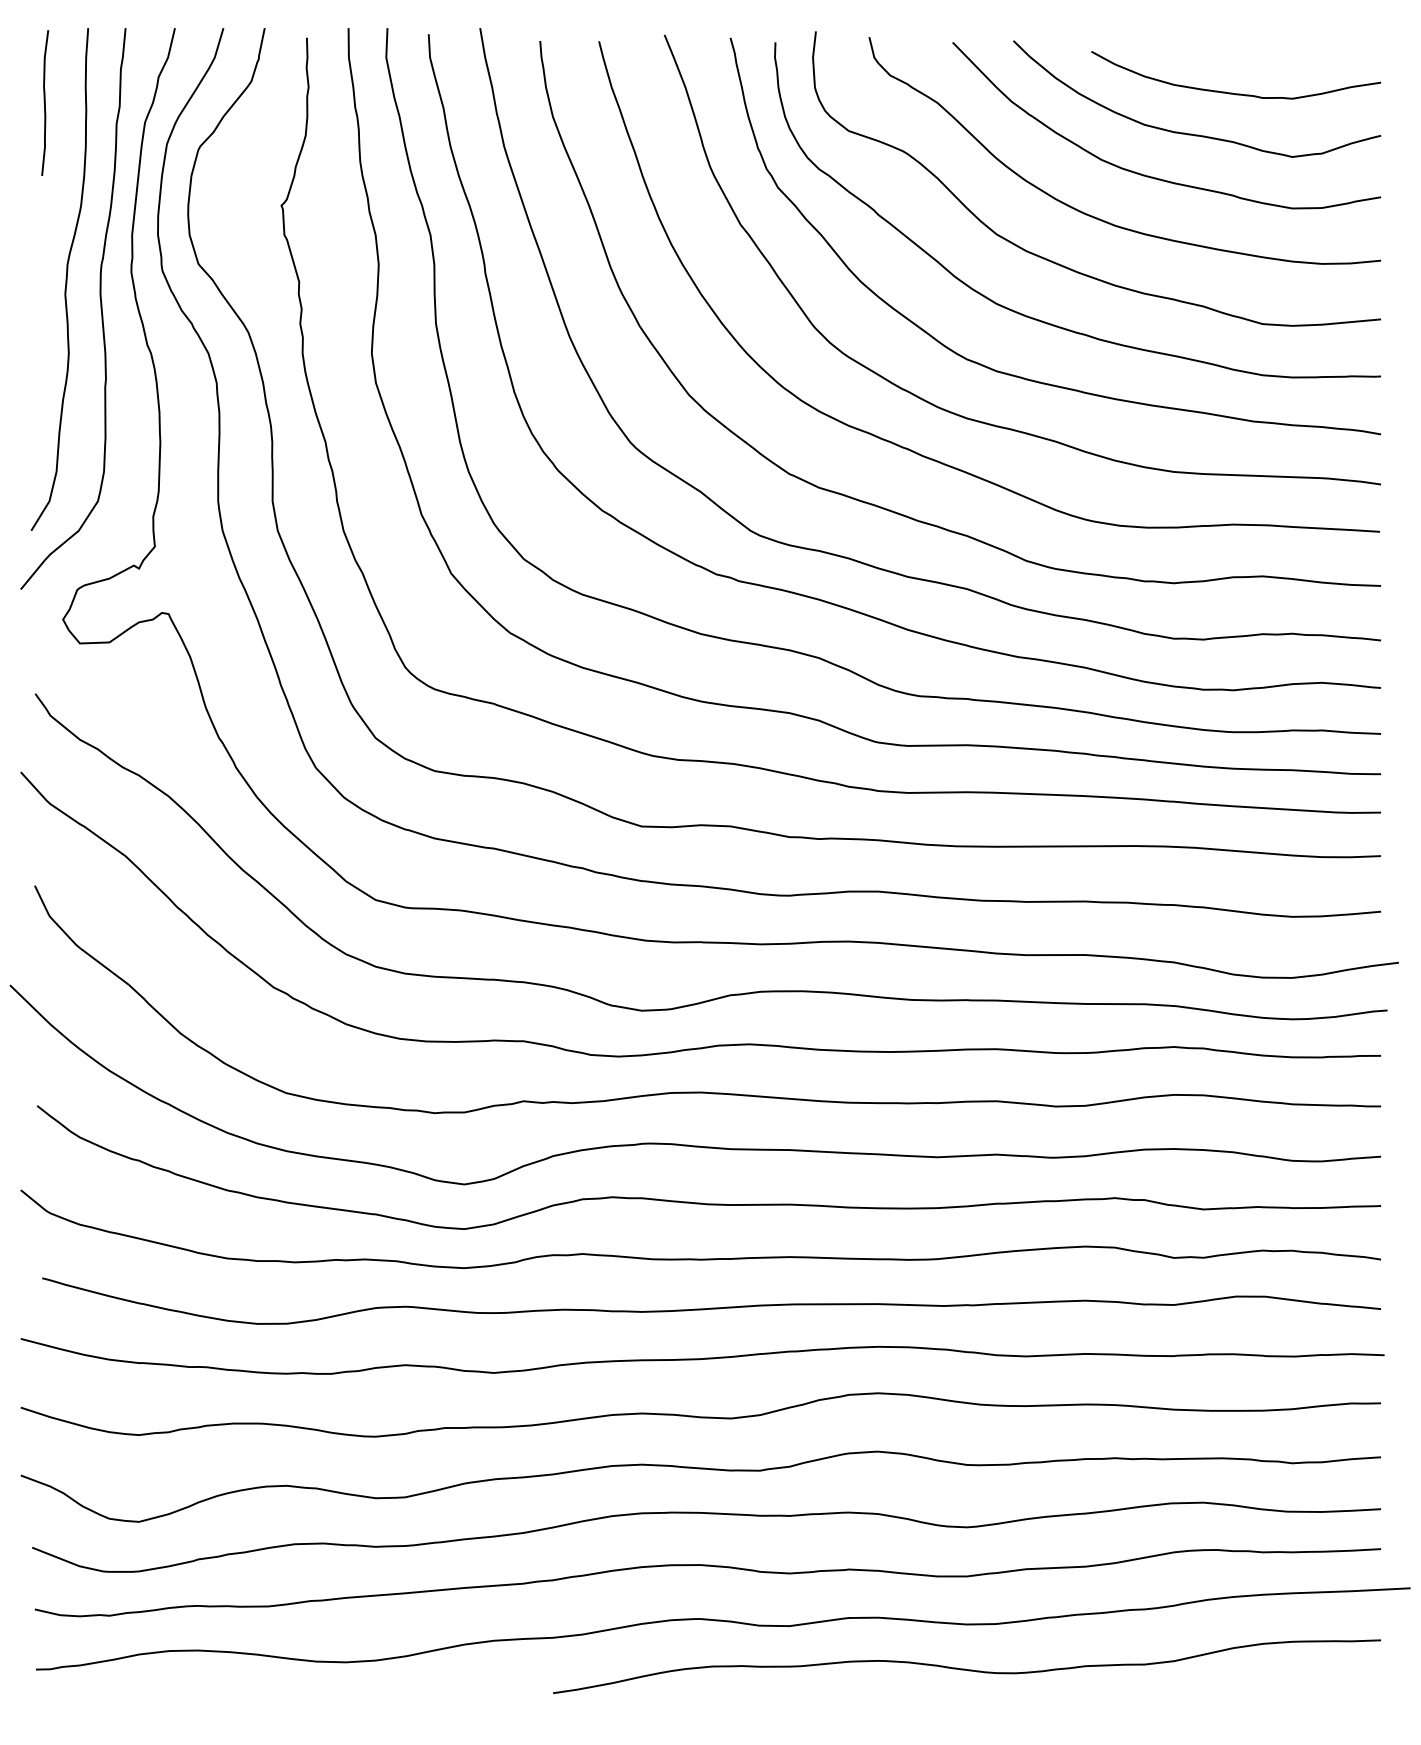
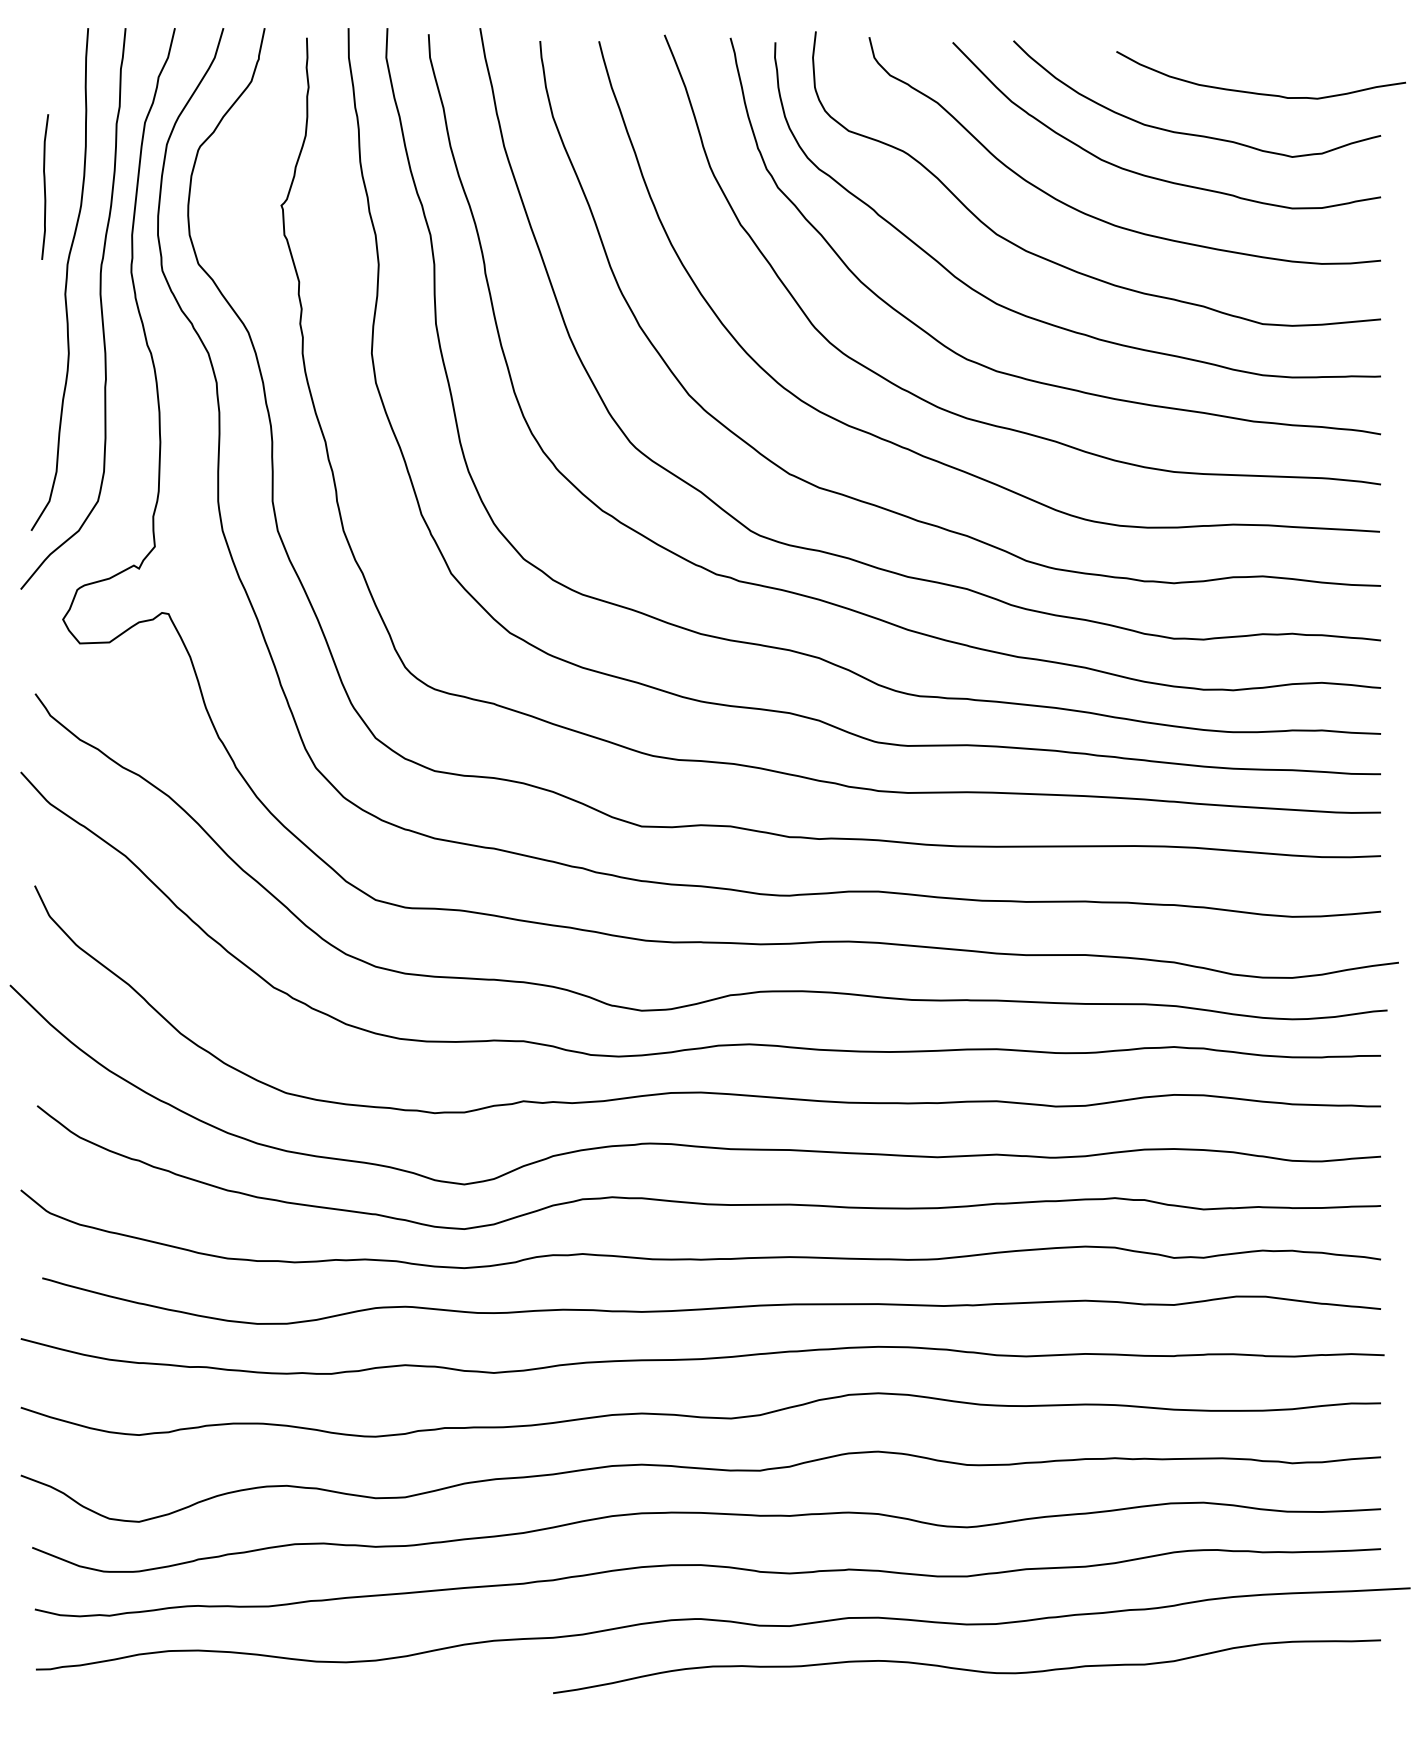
curve at (1232, 92) position: (1232, 92) -> (1257, 92)
curve at (45, 102) position: (45, 102) -> (45, 186)
